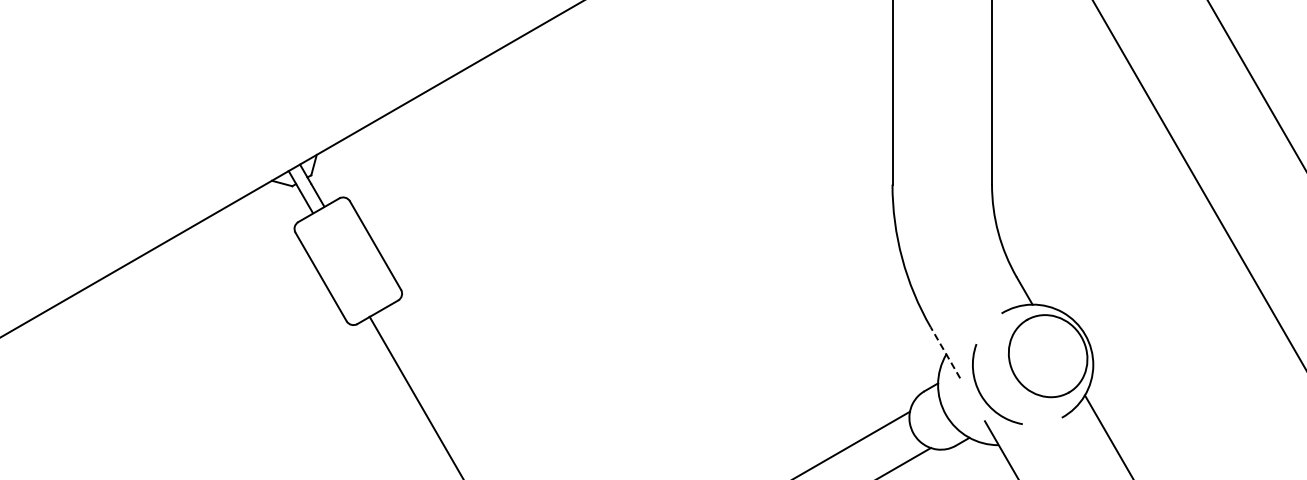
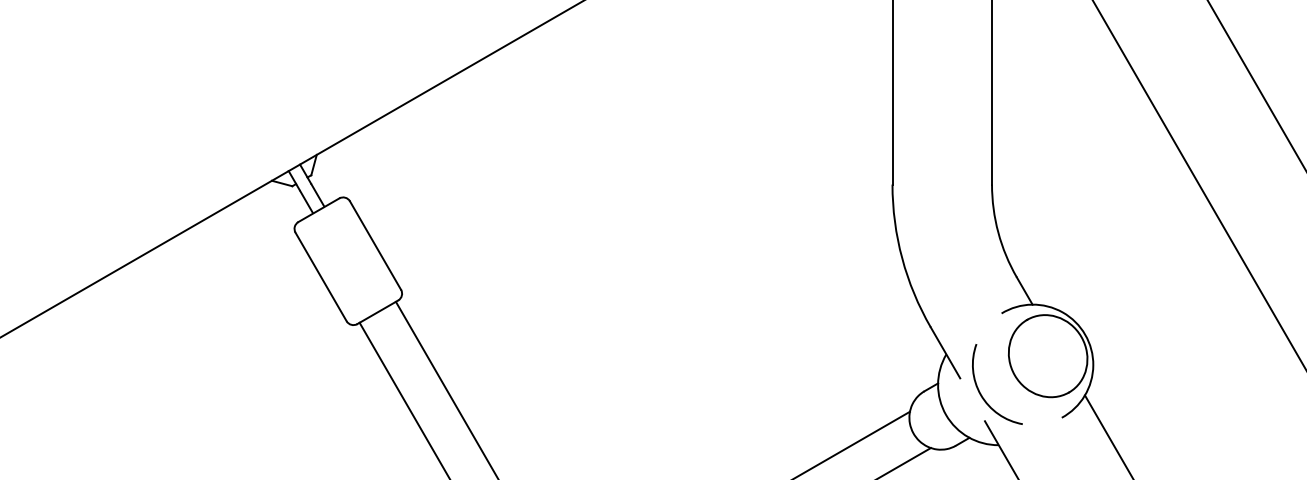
line at (945, 352): dashed -> solid
line at (446, 388): none -> present
line at (415, 396) position: (415, 396) -> (403, 399)
